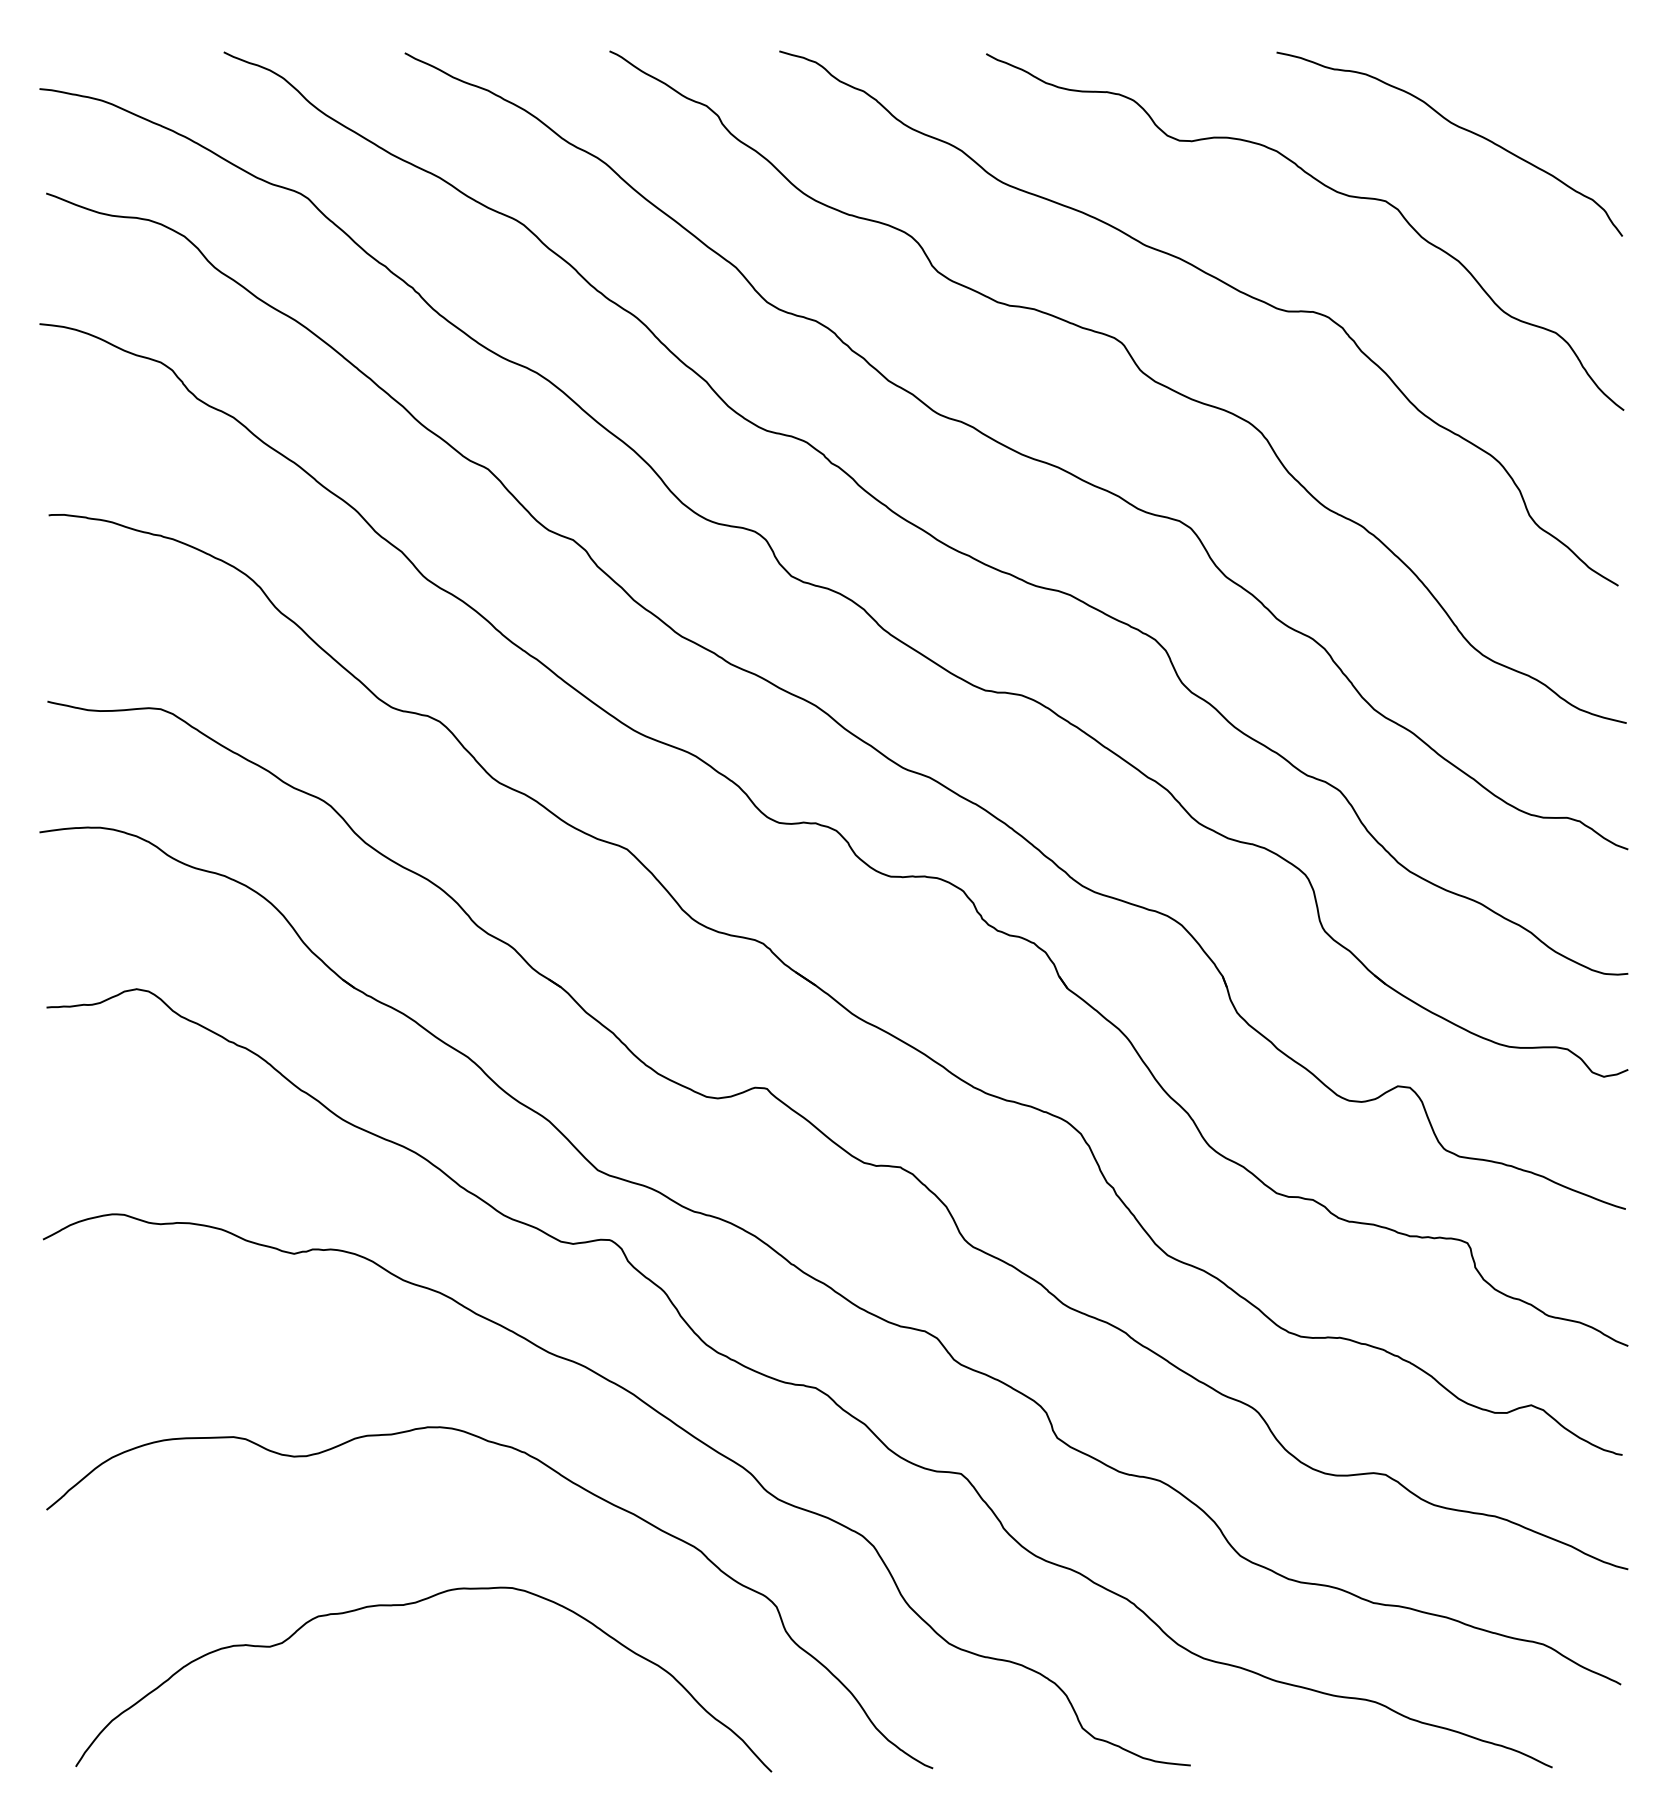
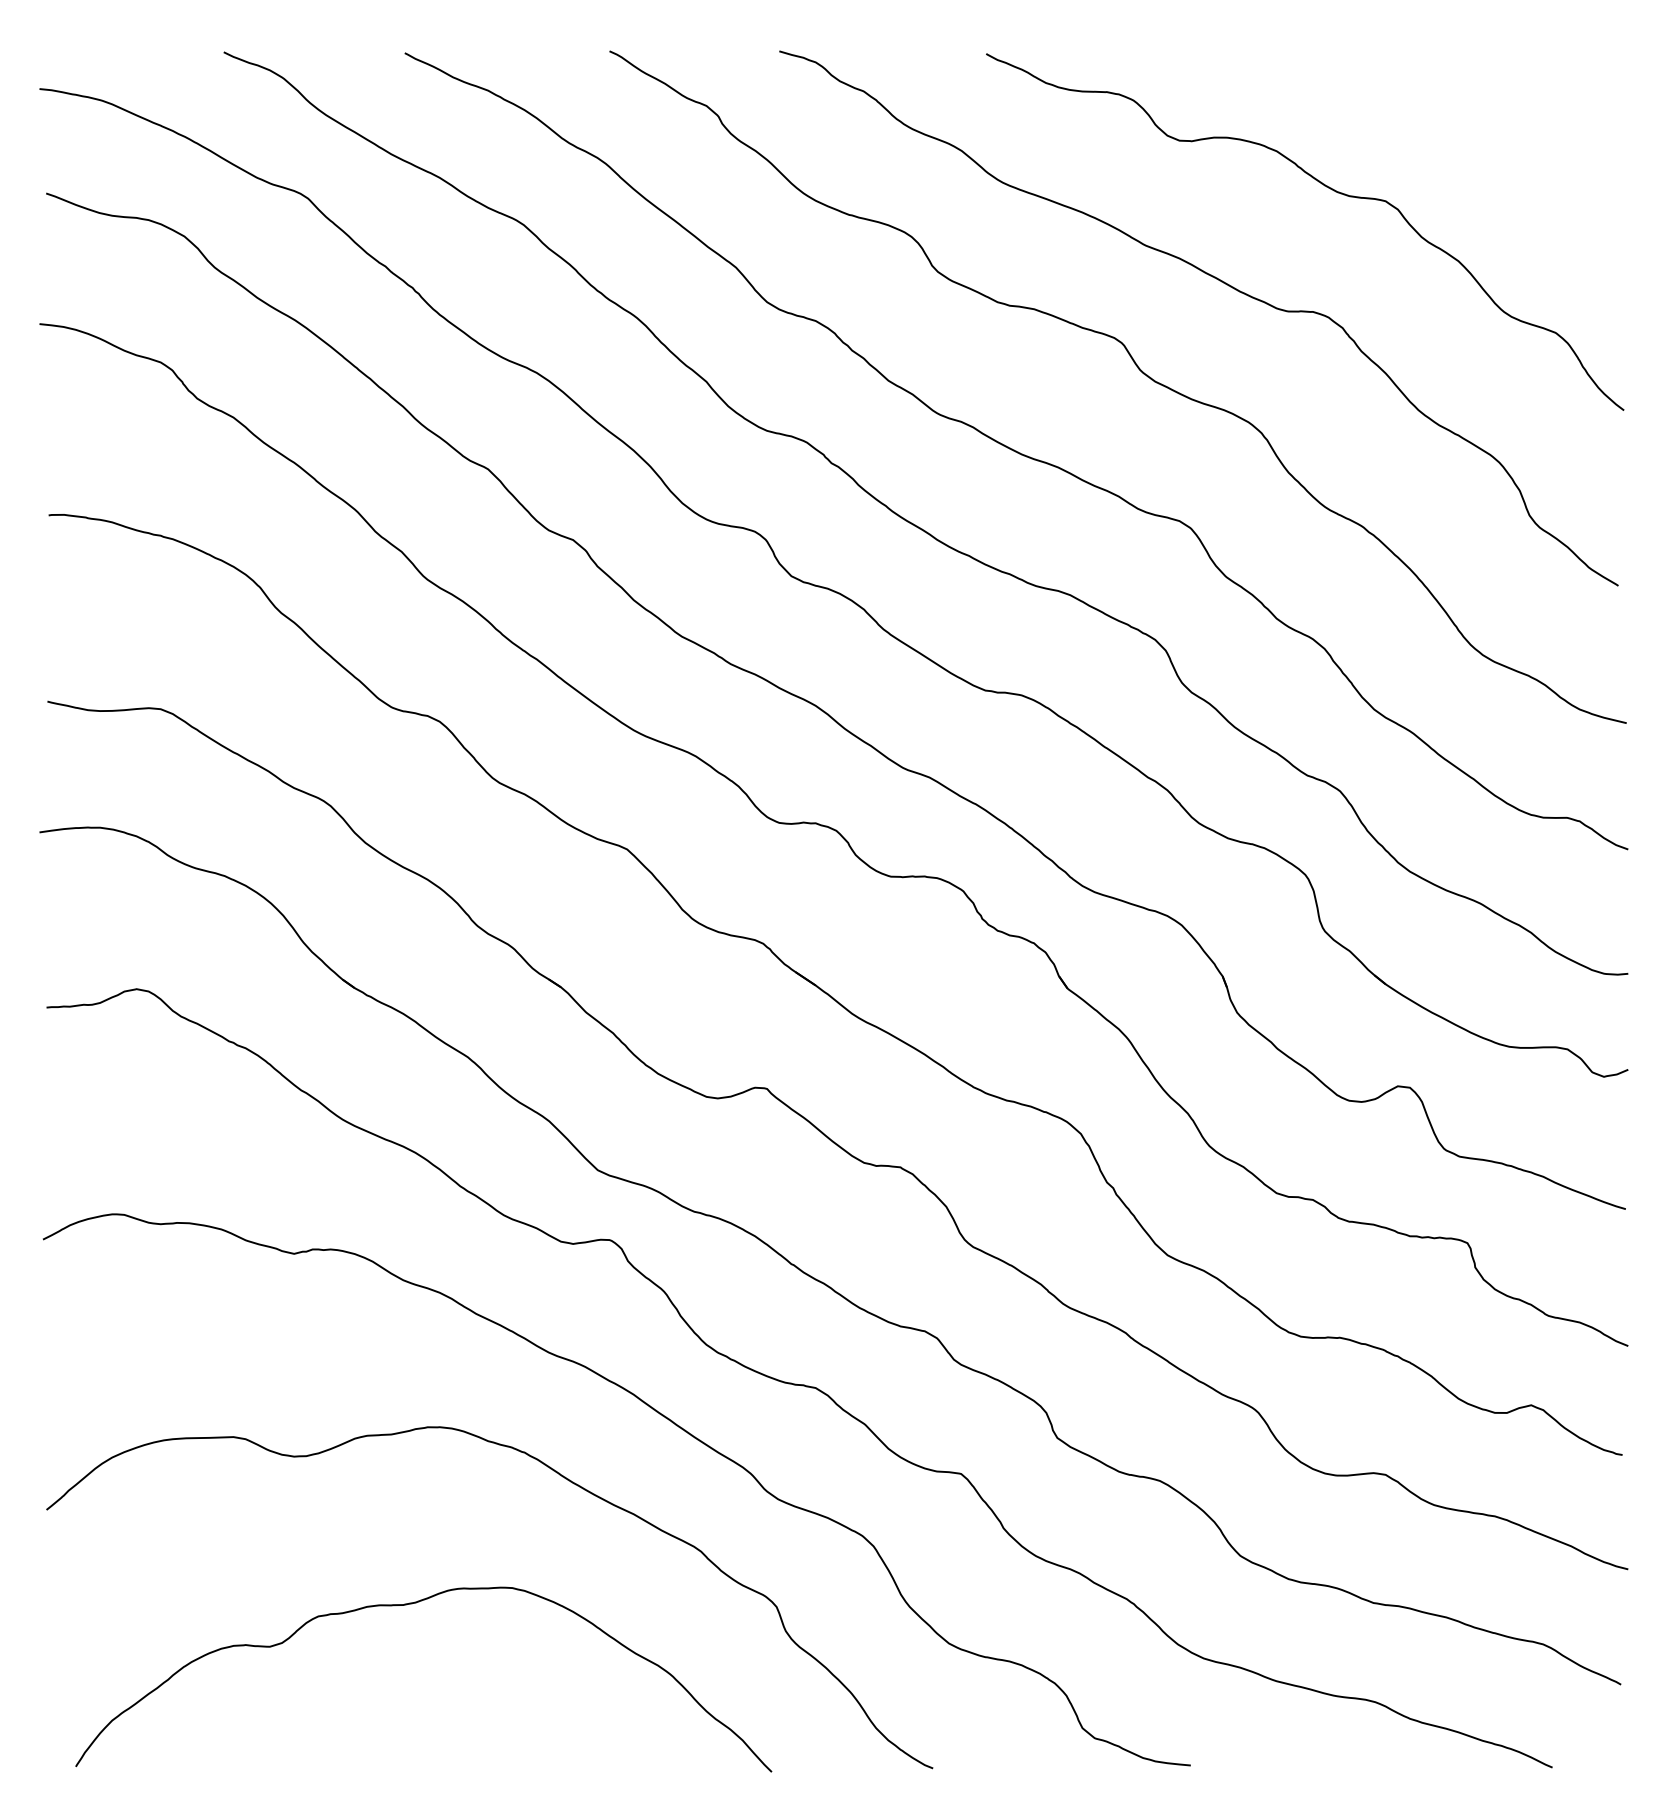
curve at (1457, 127): present -> none
